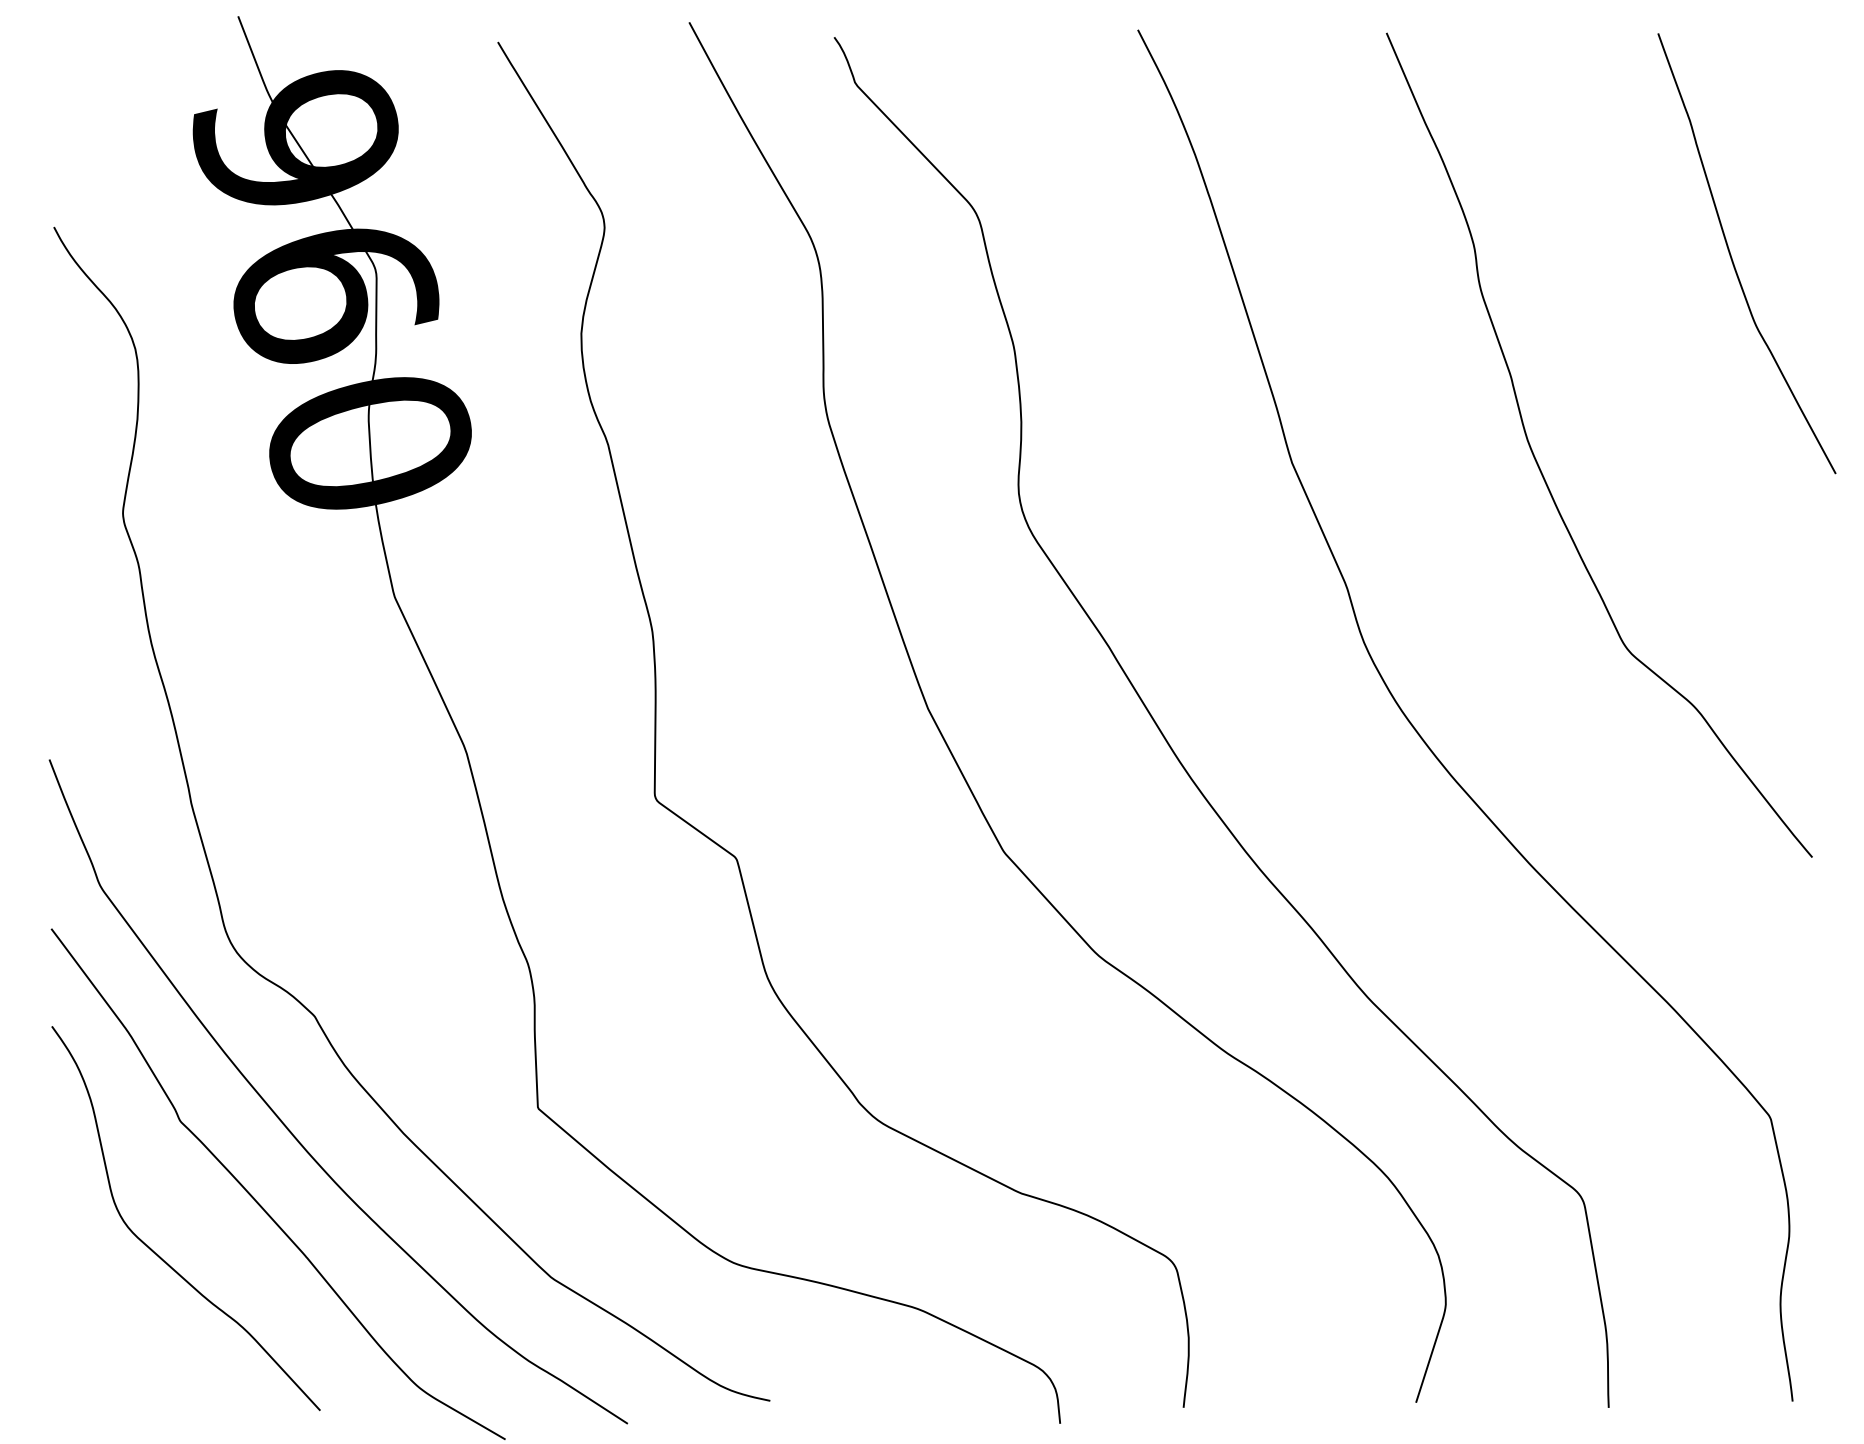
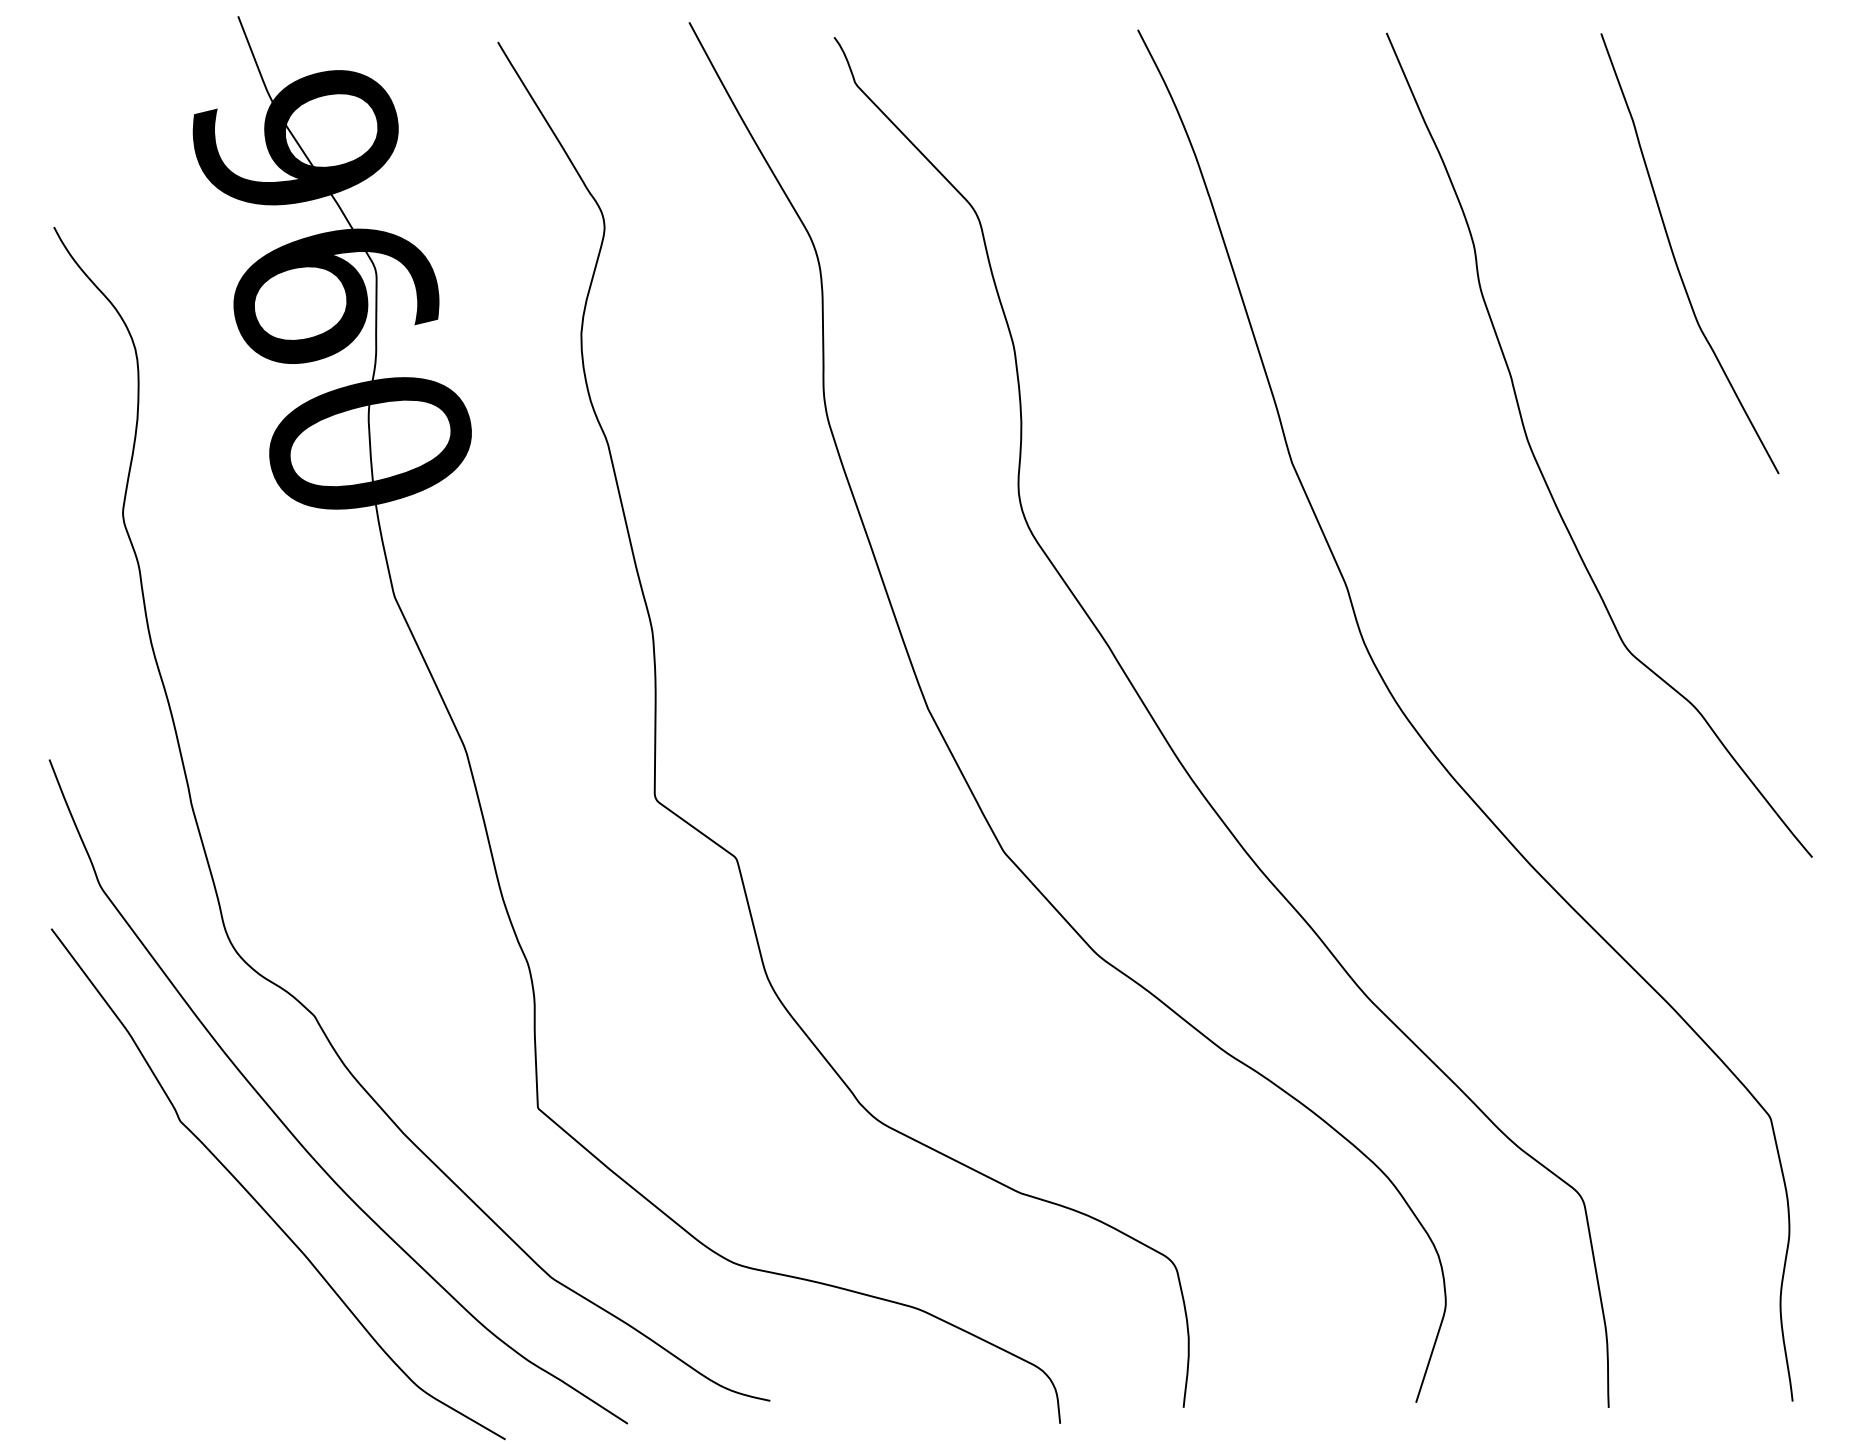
curve at (1732, 257) position: (1732, 257) -> (1675, 257)
curve at (158, 1254): present -> none
